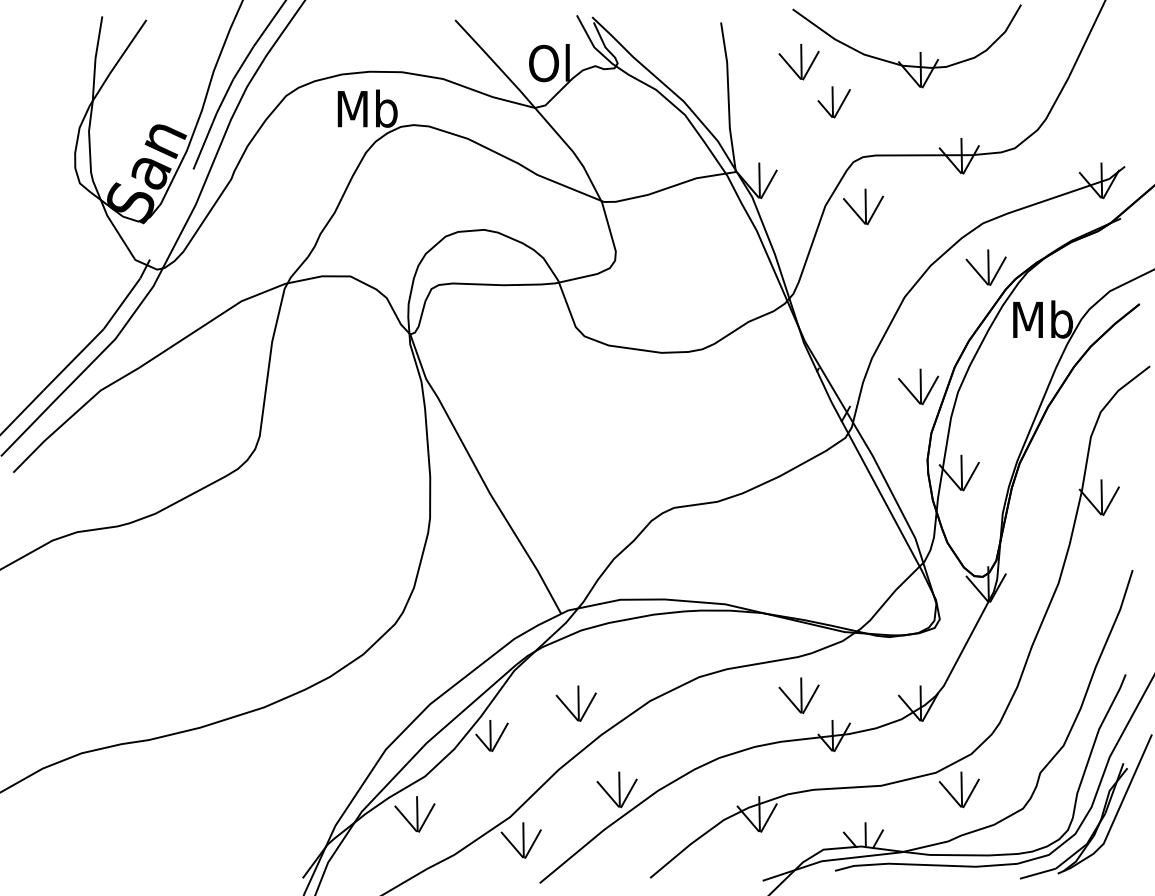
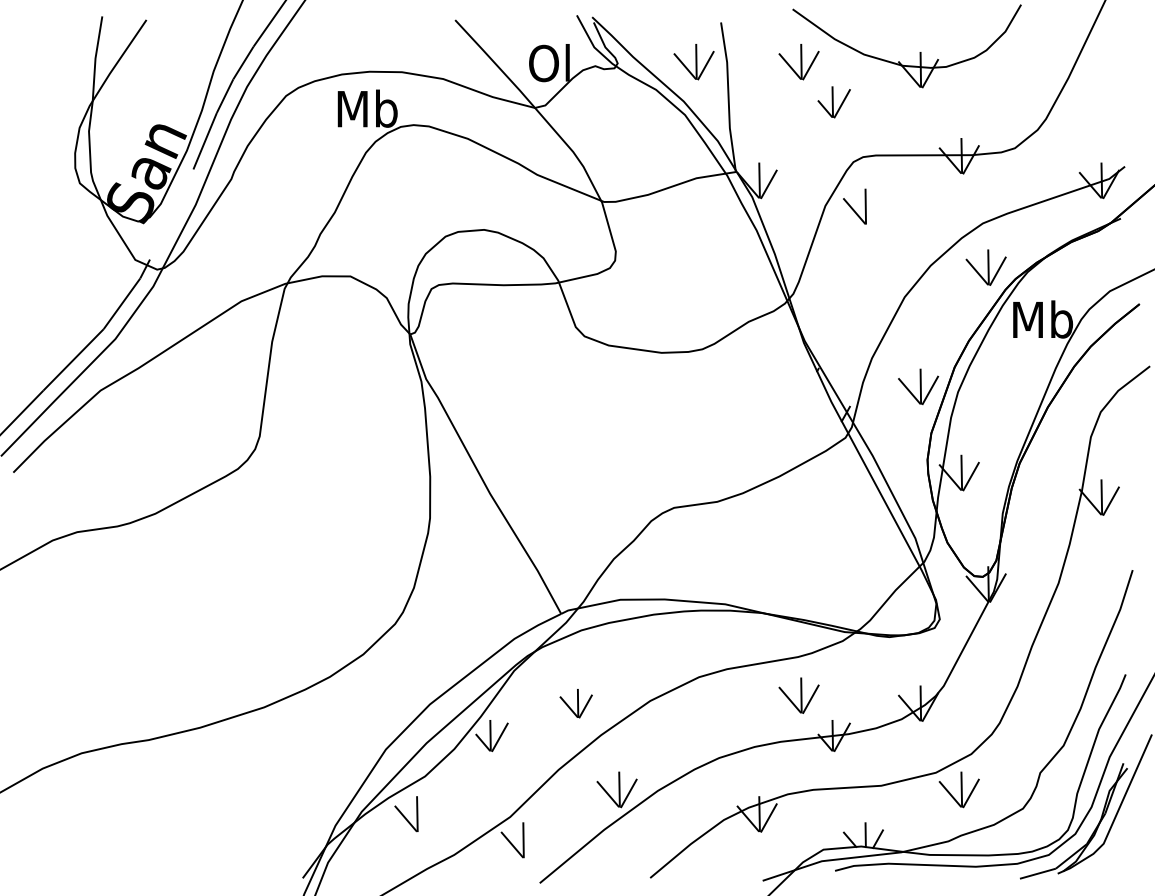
part at (693, 62): none -> present
line at (874, 210): present -> none
part at (575, 703) size: 42x37 px -> 34x30 px
line at (426, 817): present -> none
line at (532, 843): present -> none
